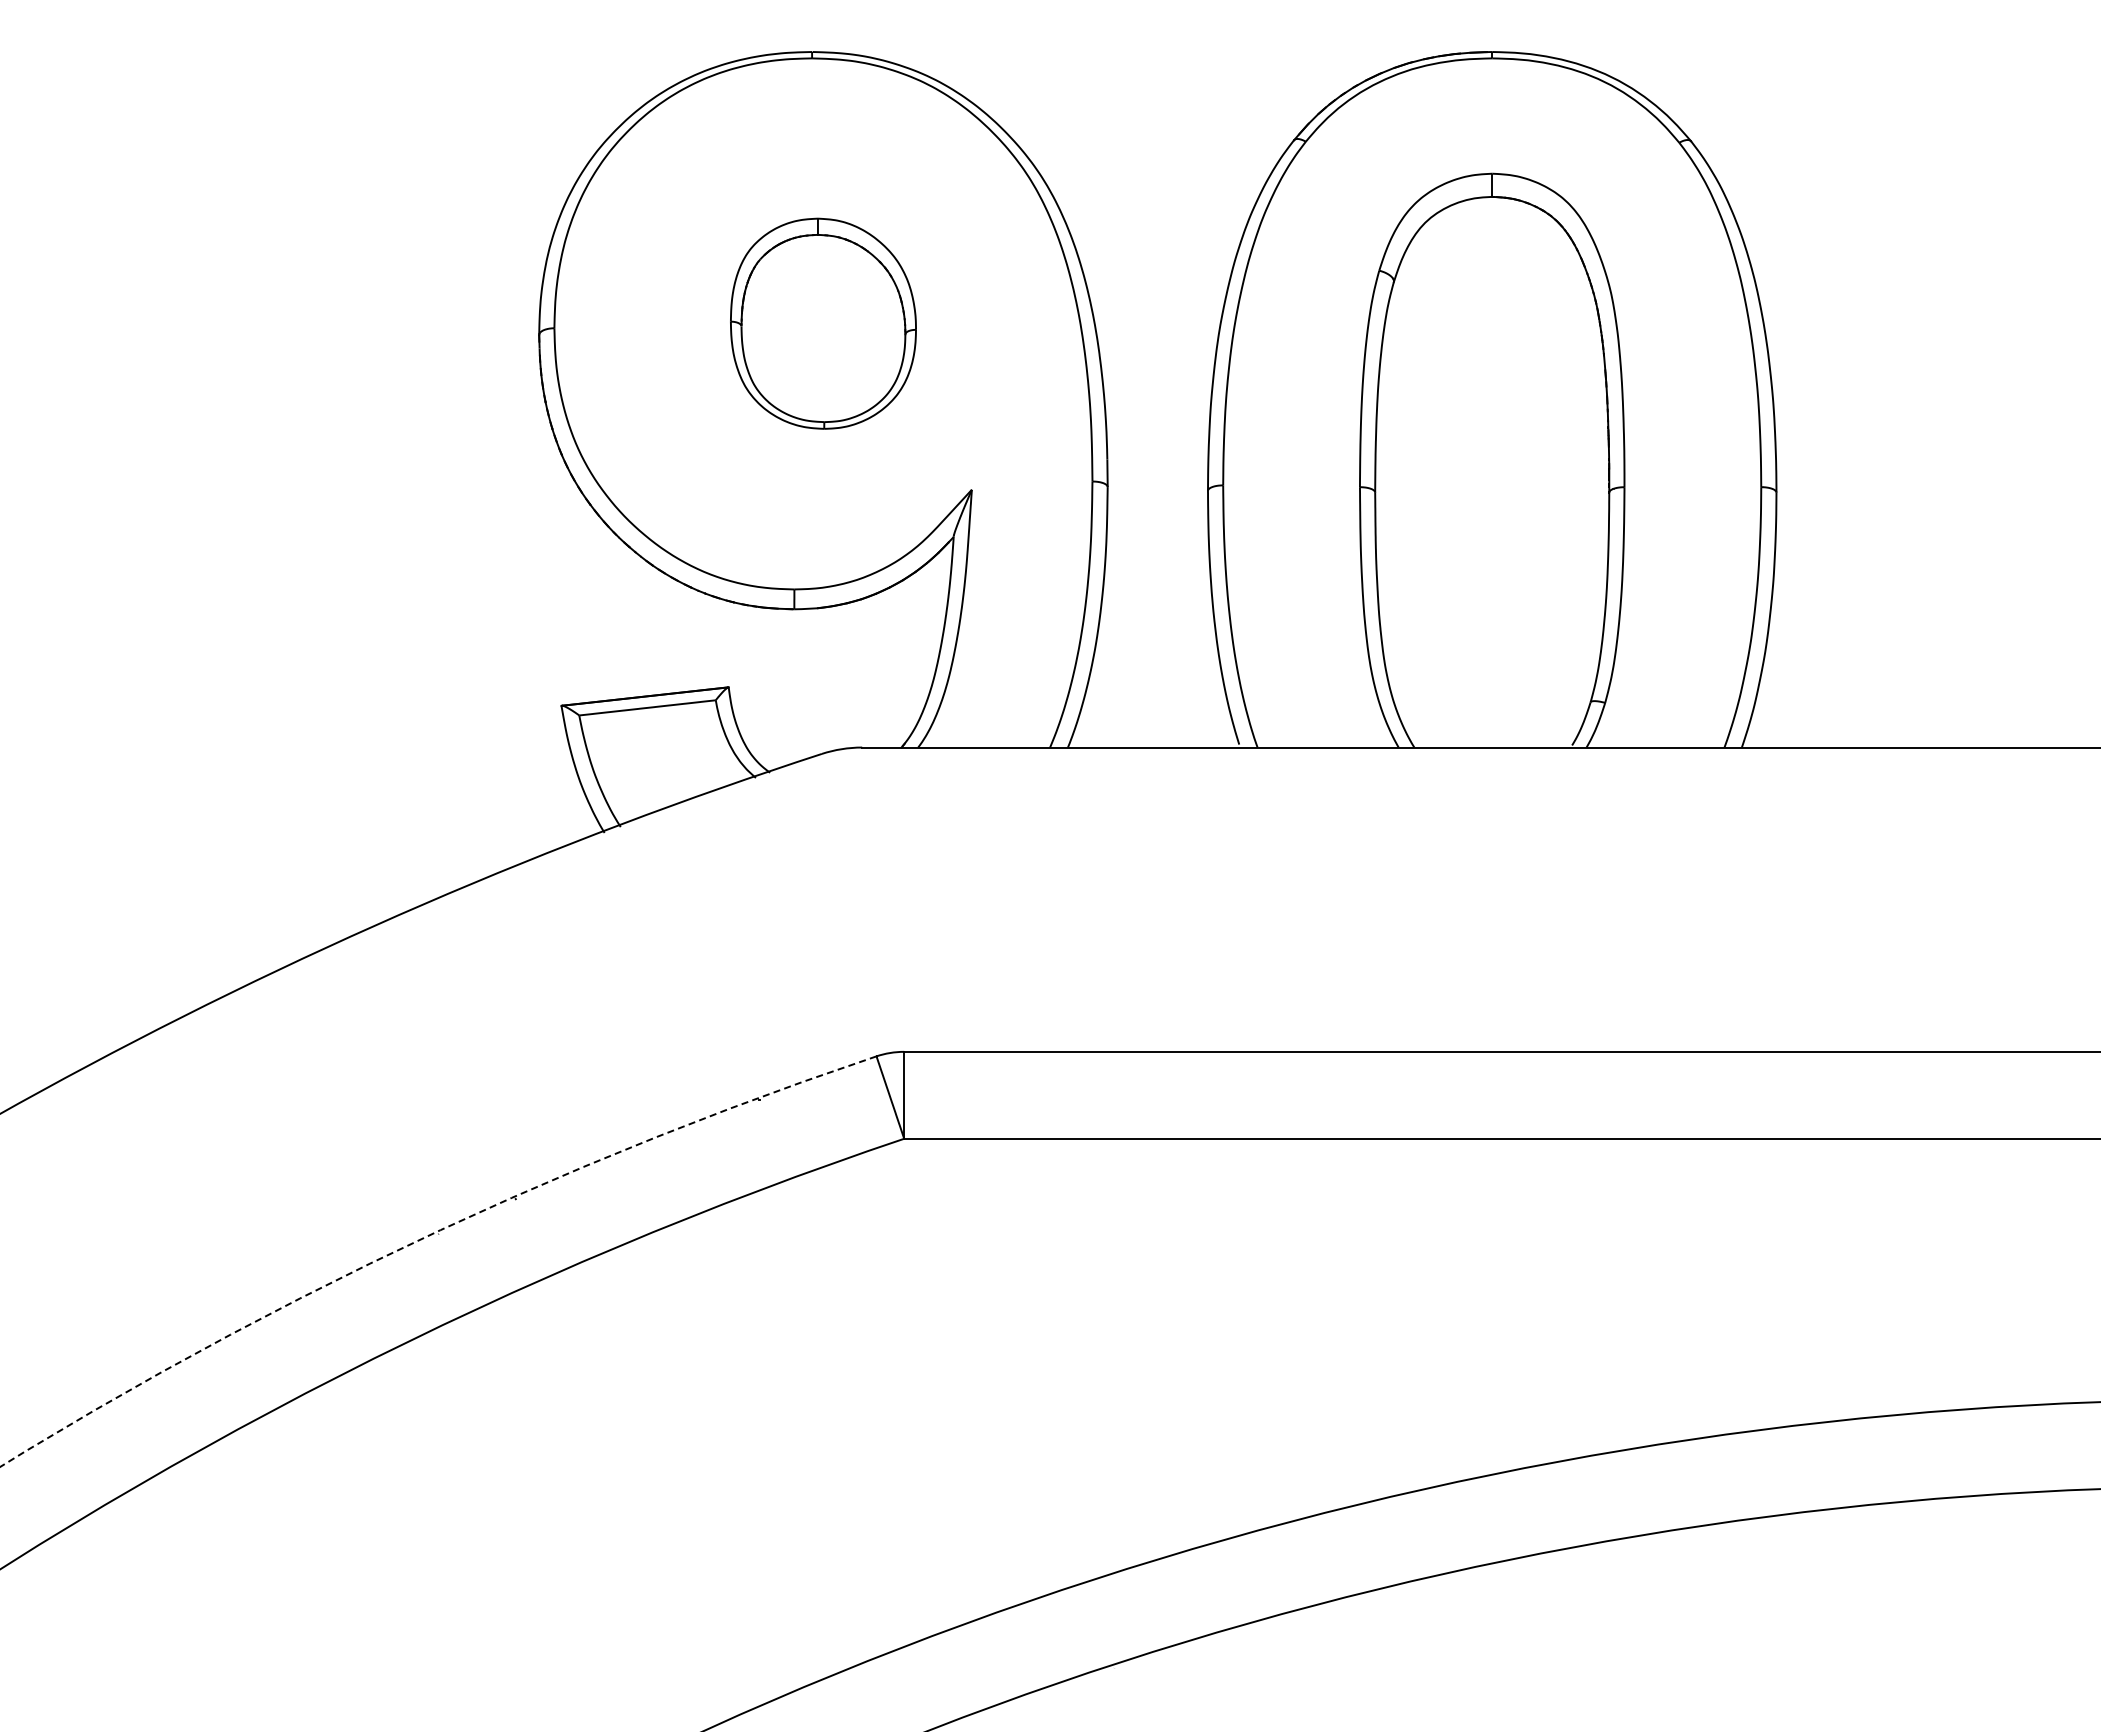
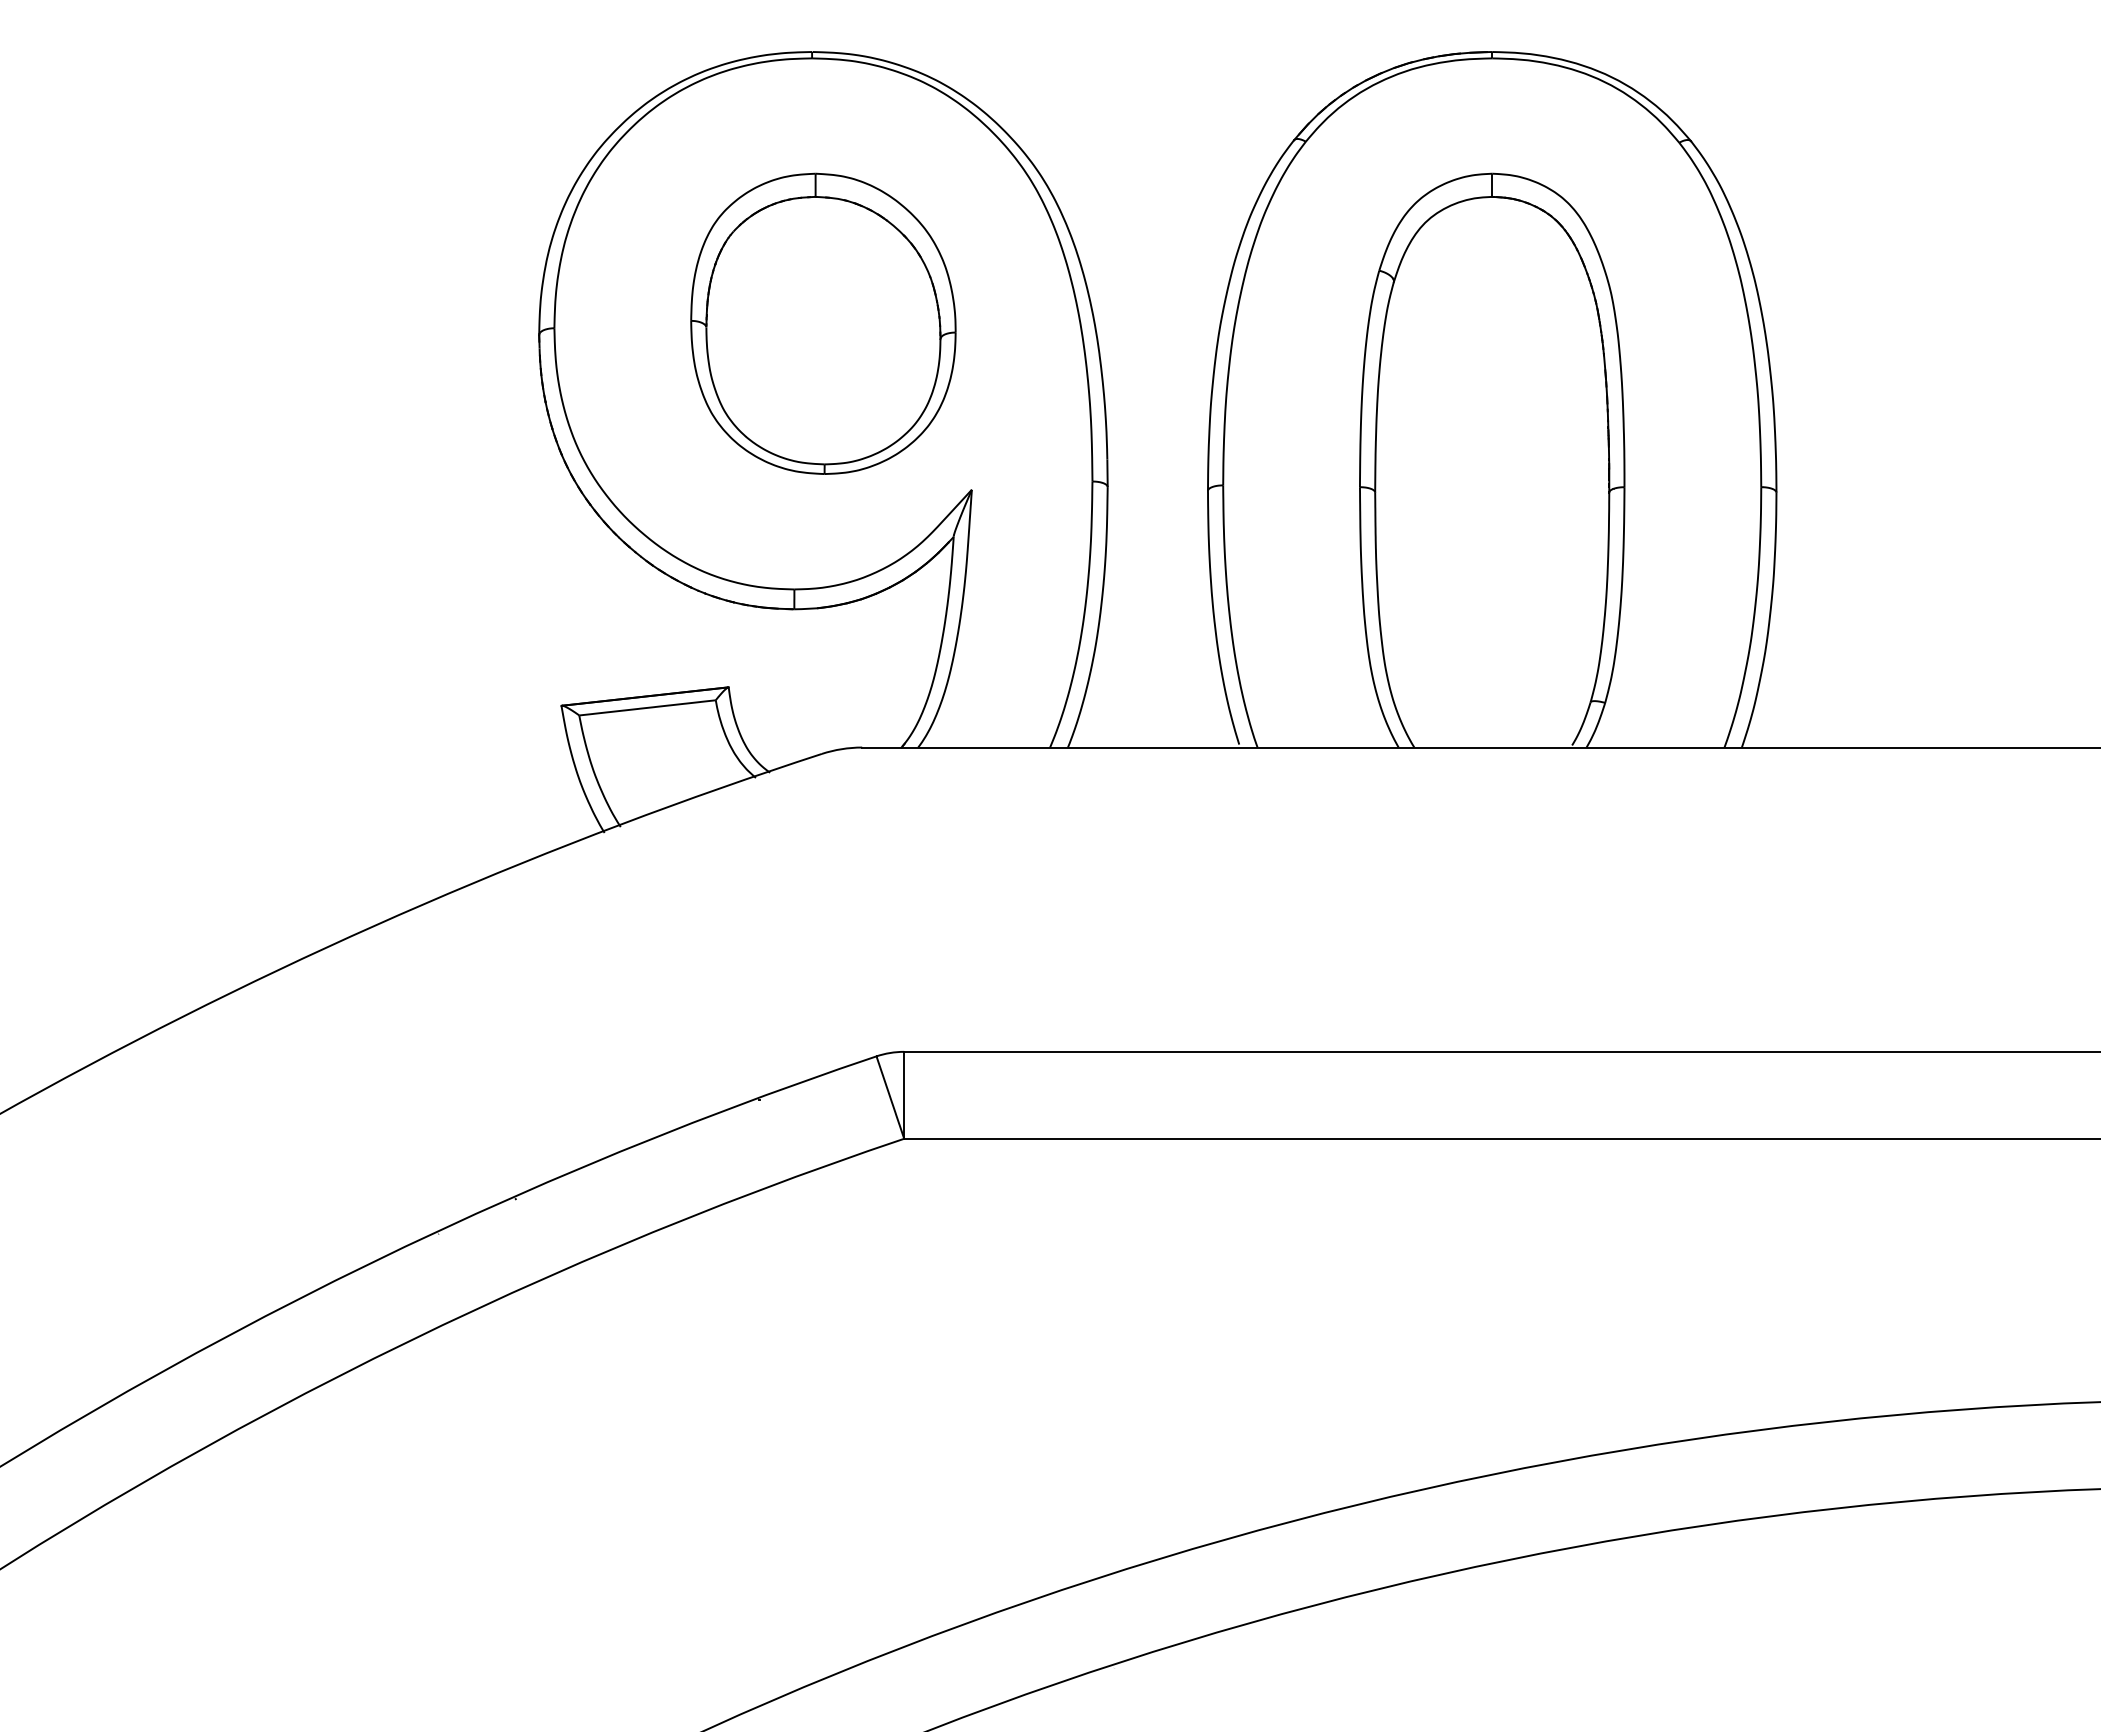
part at (823, 323) size: 187x213 px -> 267x303 px
arc at (426, 1236): dashed -> solid
